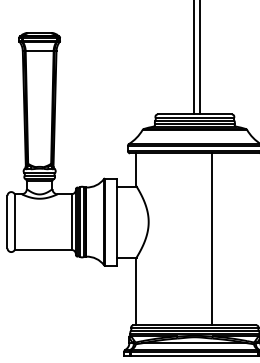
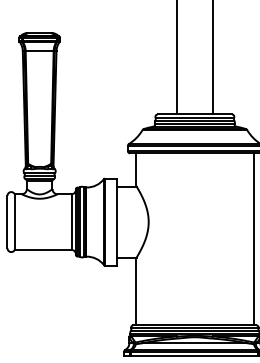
line at (193, 58) position: (193, 58) -> (176, 58)
line at (200, 58) position: (200, 58) -> (213, 58)
line at (211, 239) position: (211, 239) -> (253, 239)
